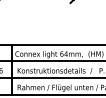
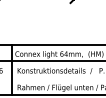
line at (52, 78): present -> none
